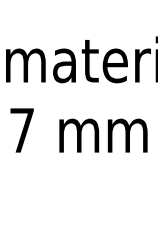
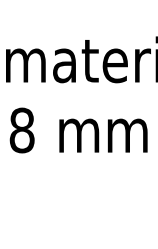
text at (21, 130): 7 -> 8
